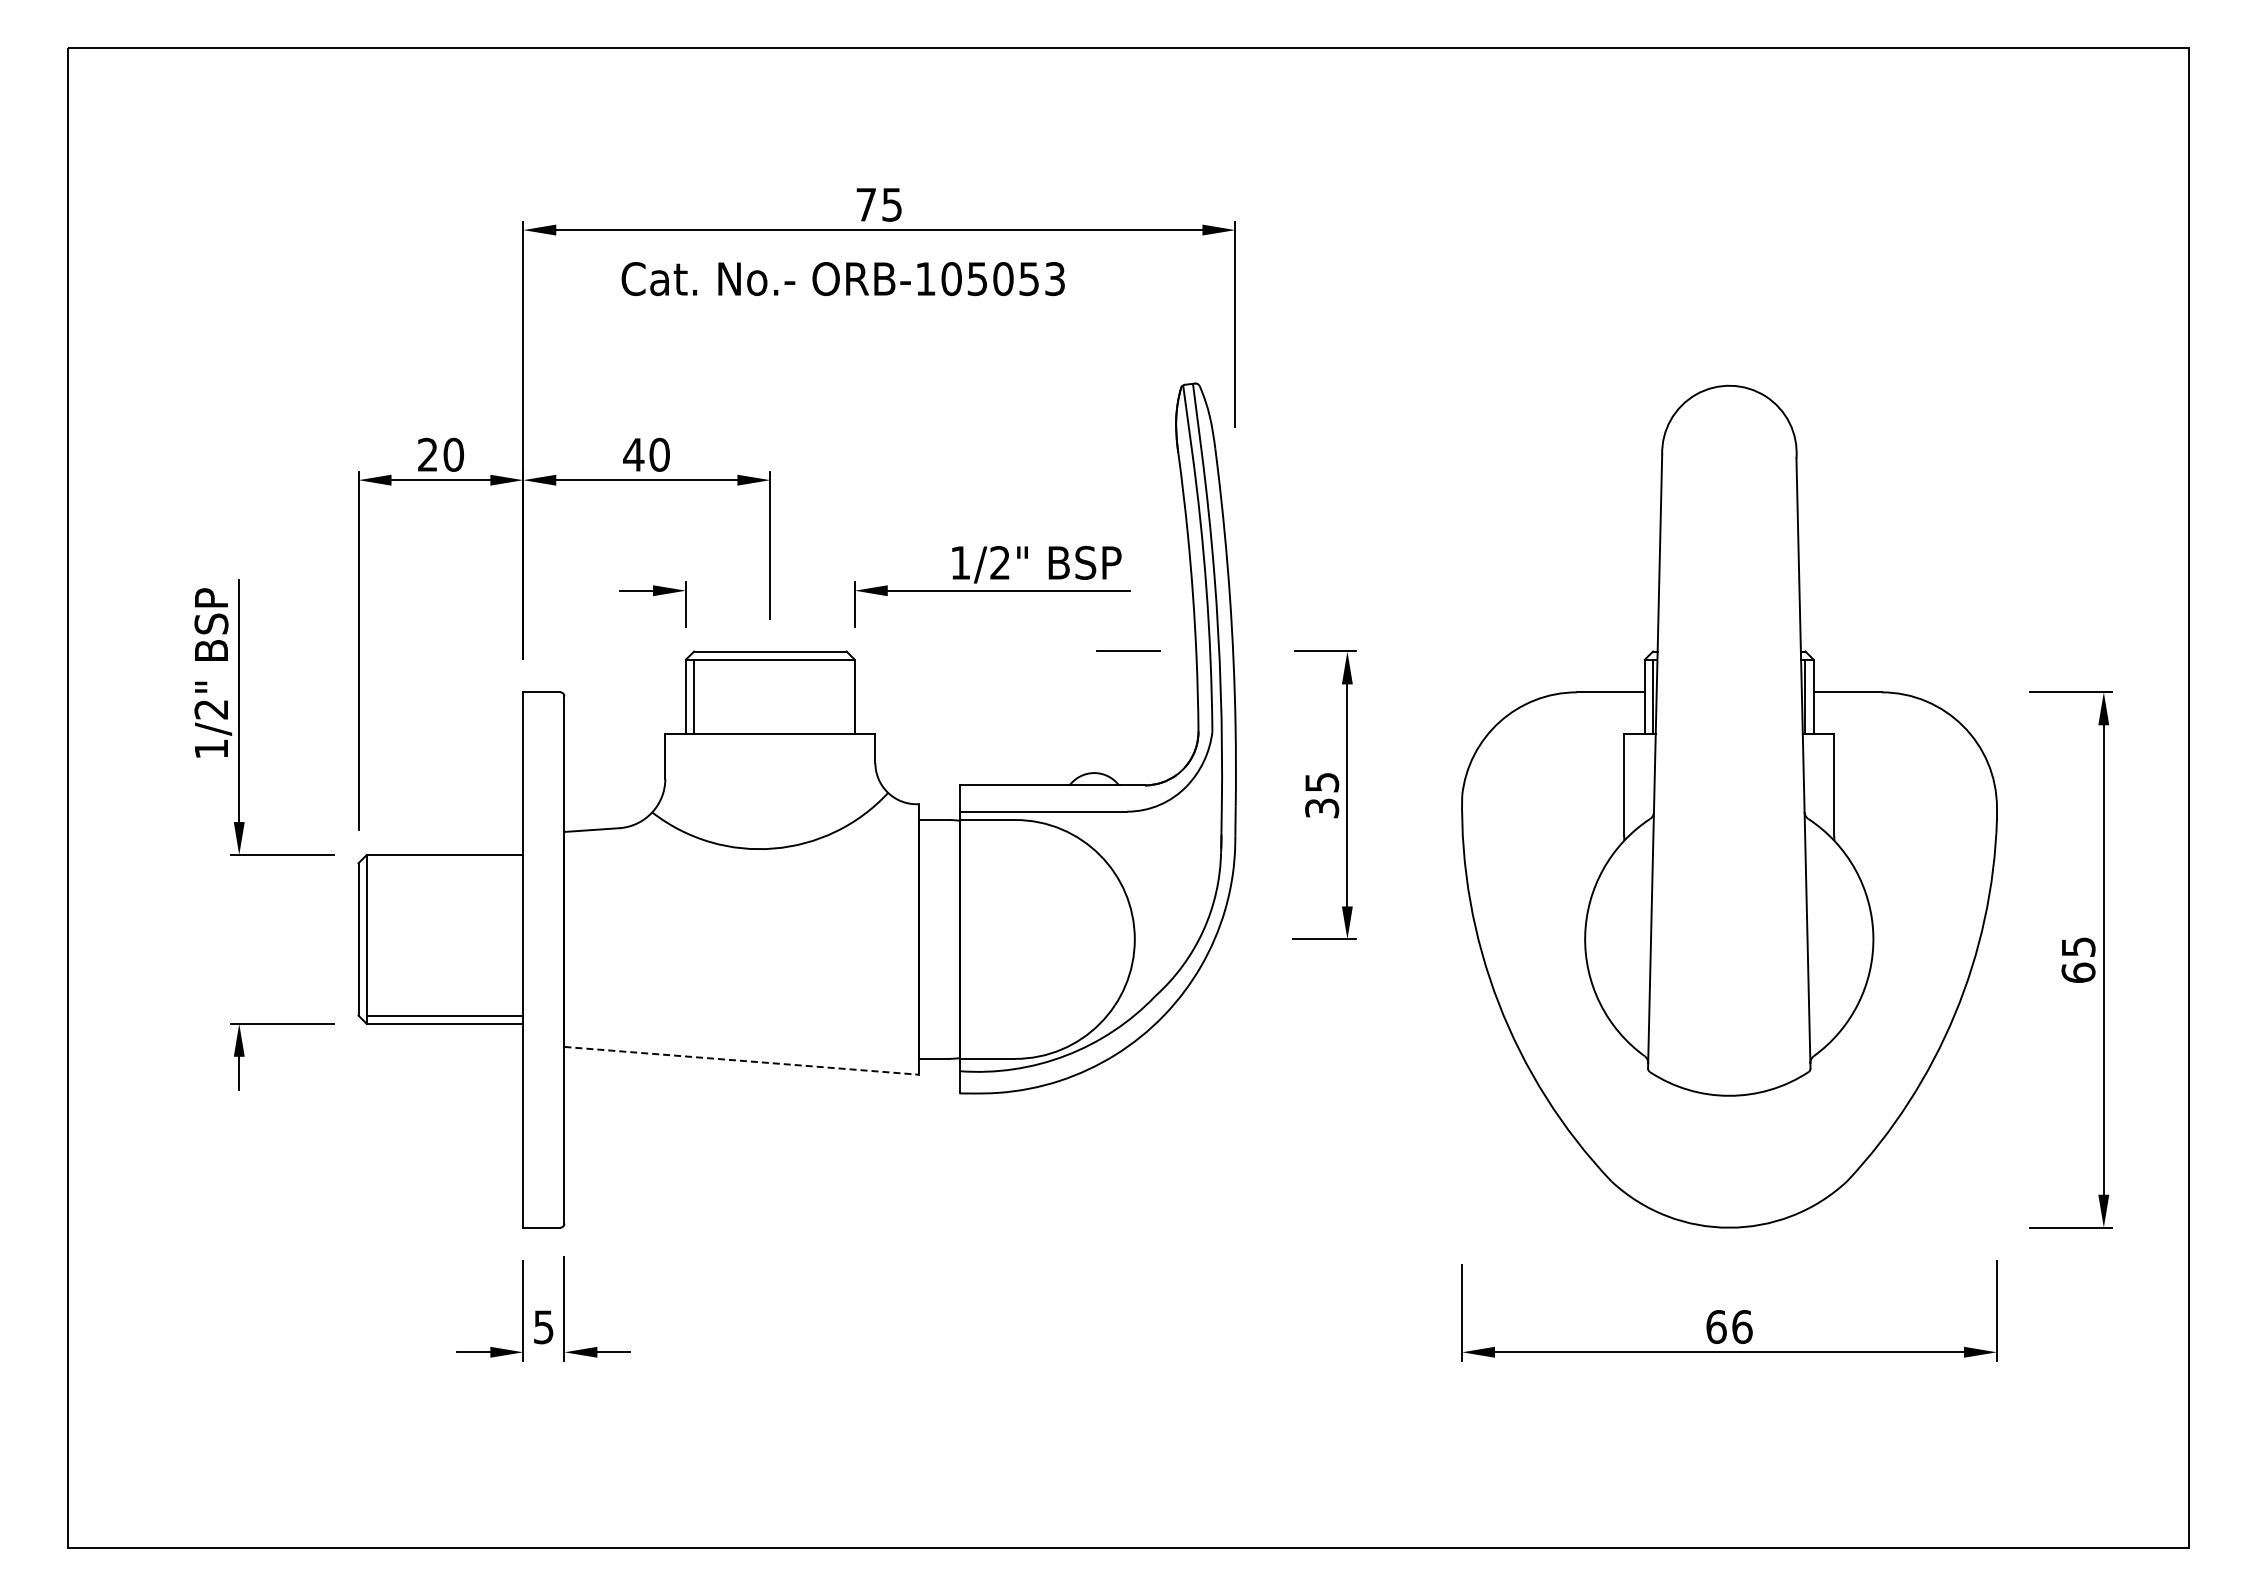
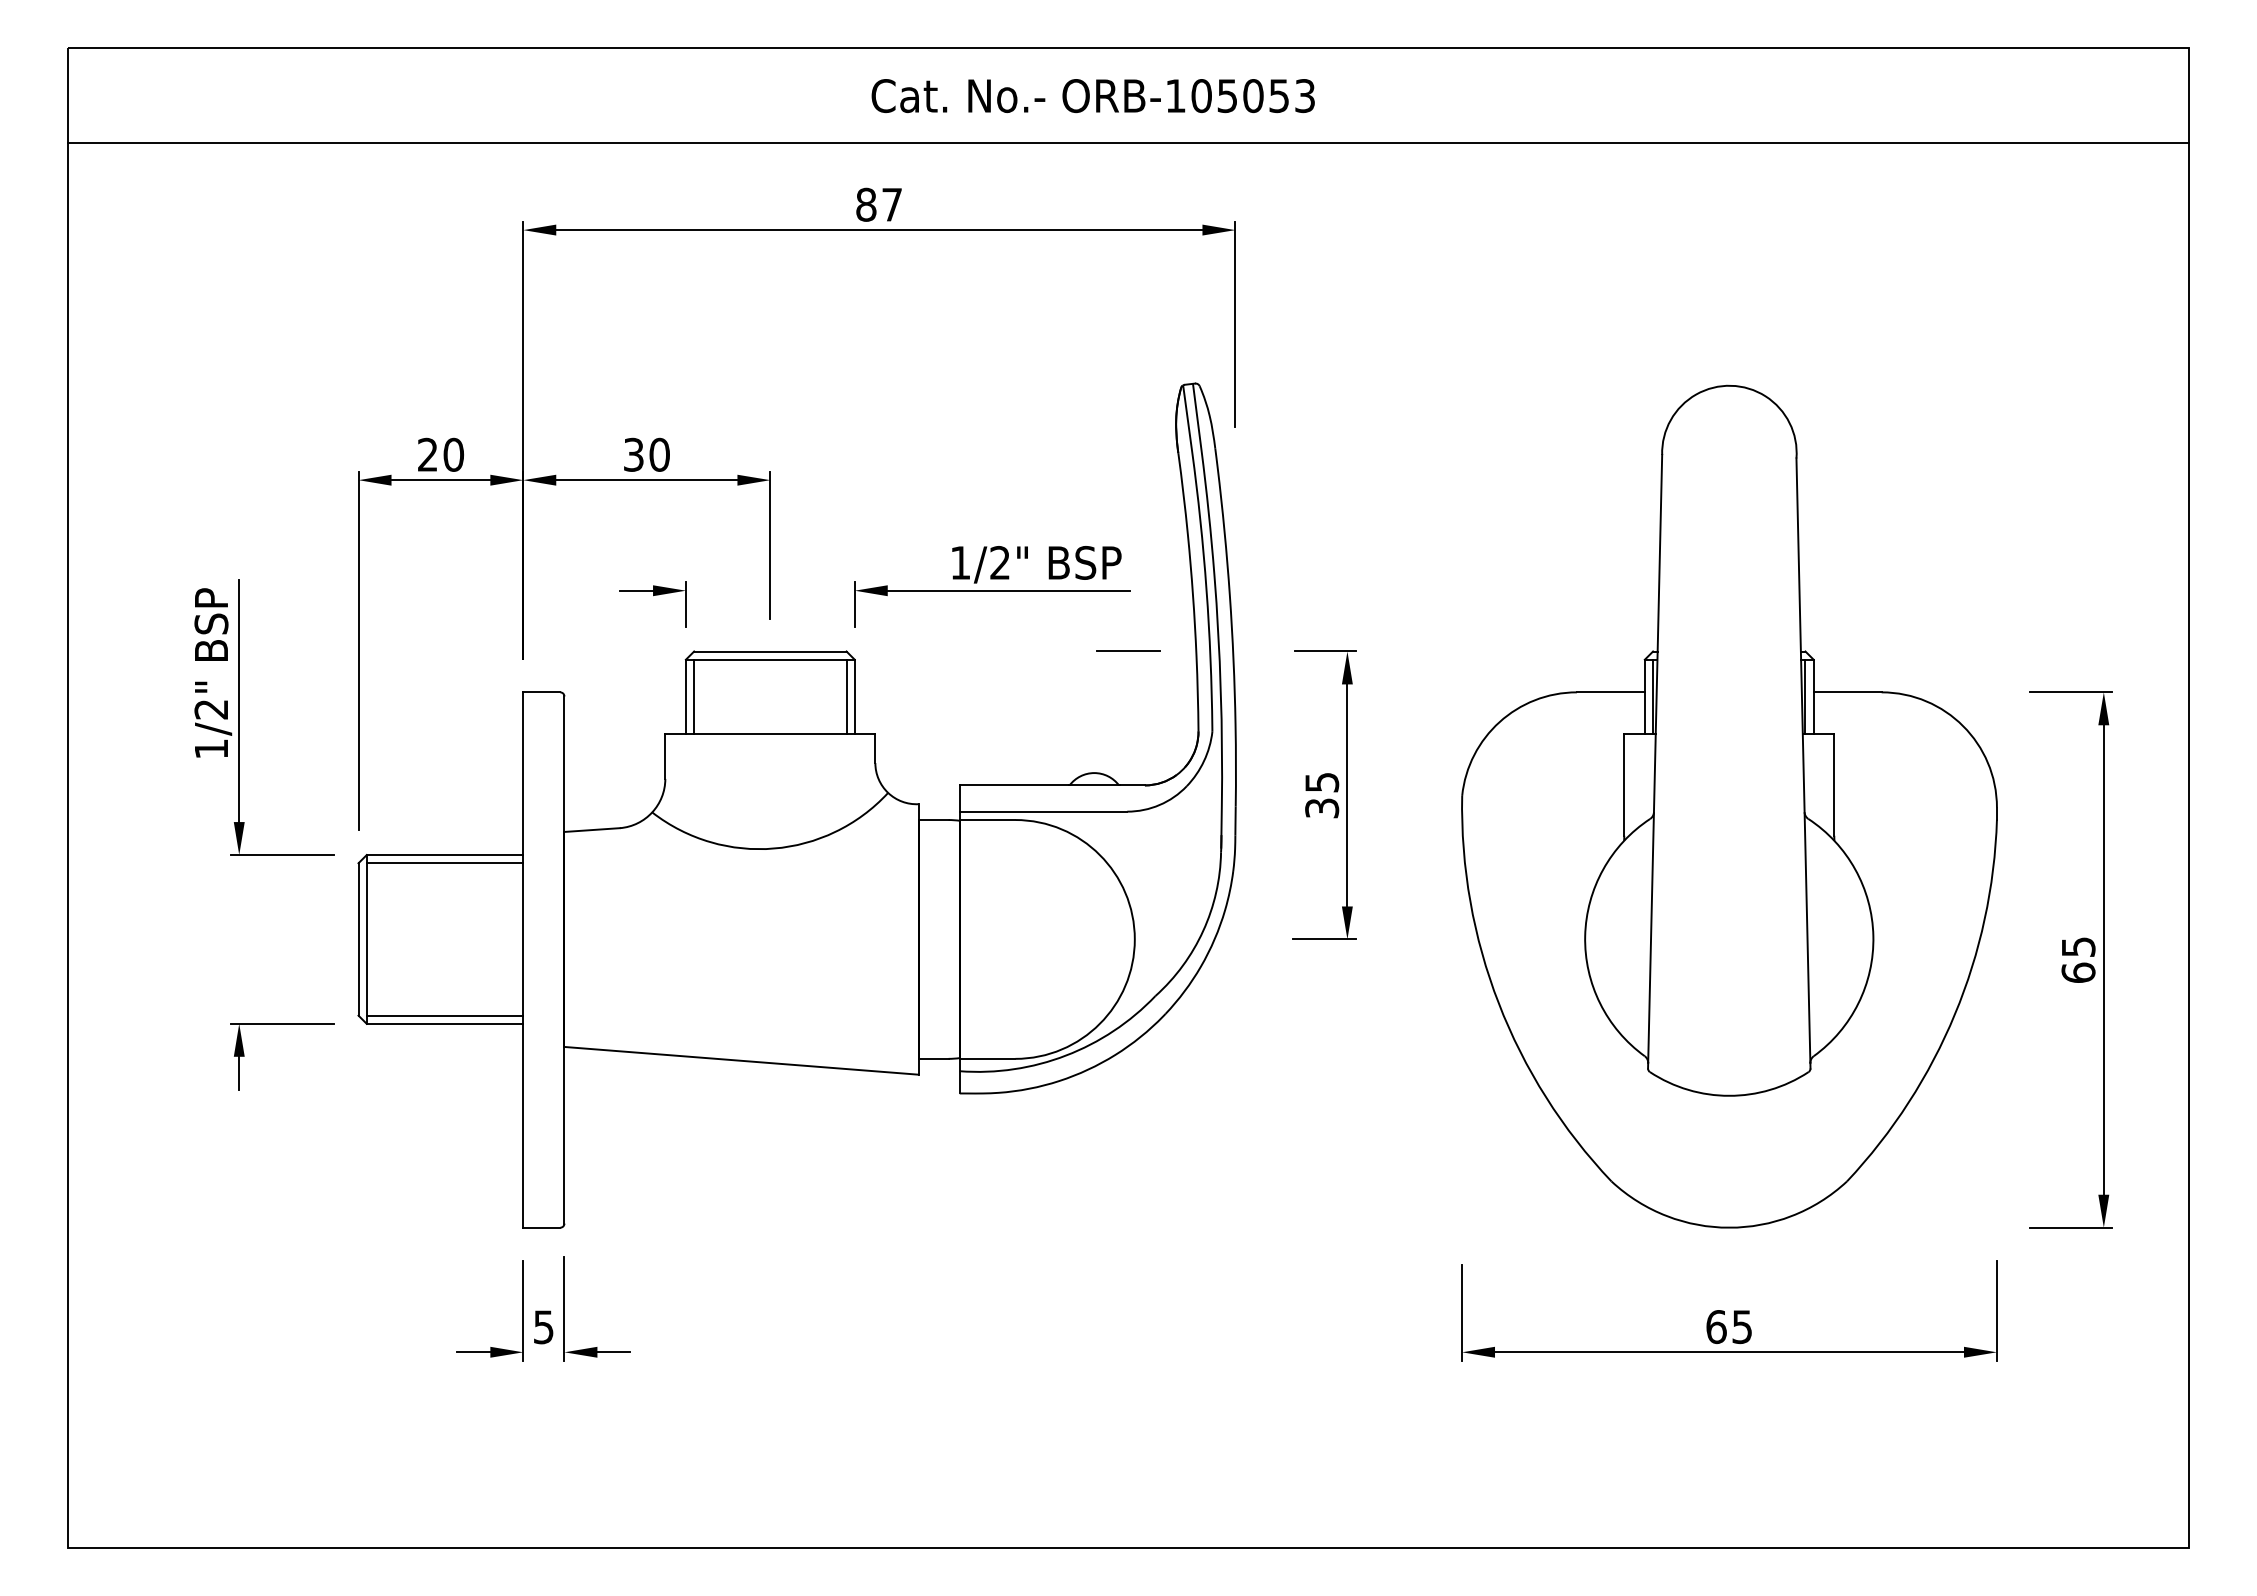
line at (1128, 142): none -> present
text at (878, 204): 75 -> 87
text at (842, 279) position: (842, 279) -> (1092, 96)
text at (633, 454): 40 -> 30
line at (846, 696): none -> present
line at (444, 863): none -> present
line at (741, 1060): dashed -> solid
text at (1742, 1327): 66 -> 65
